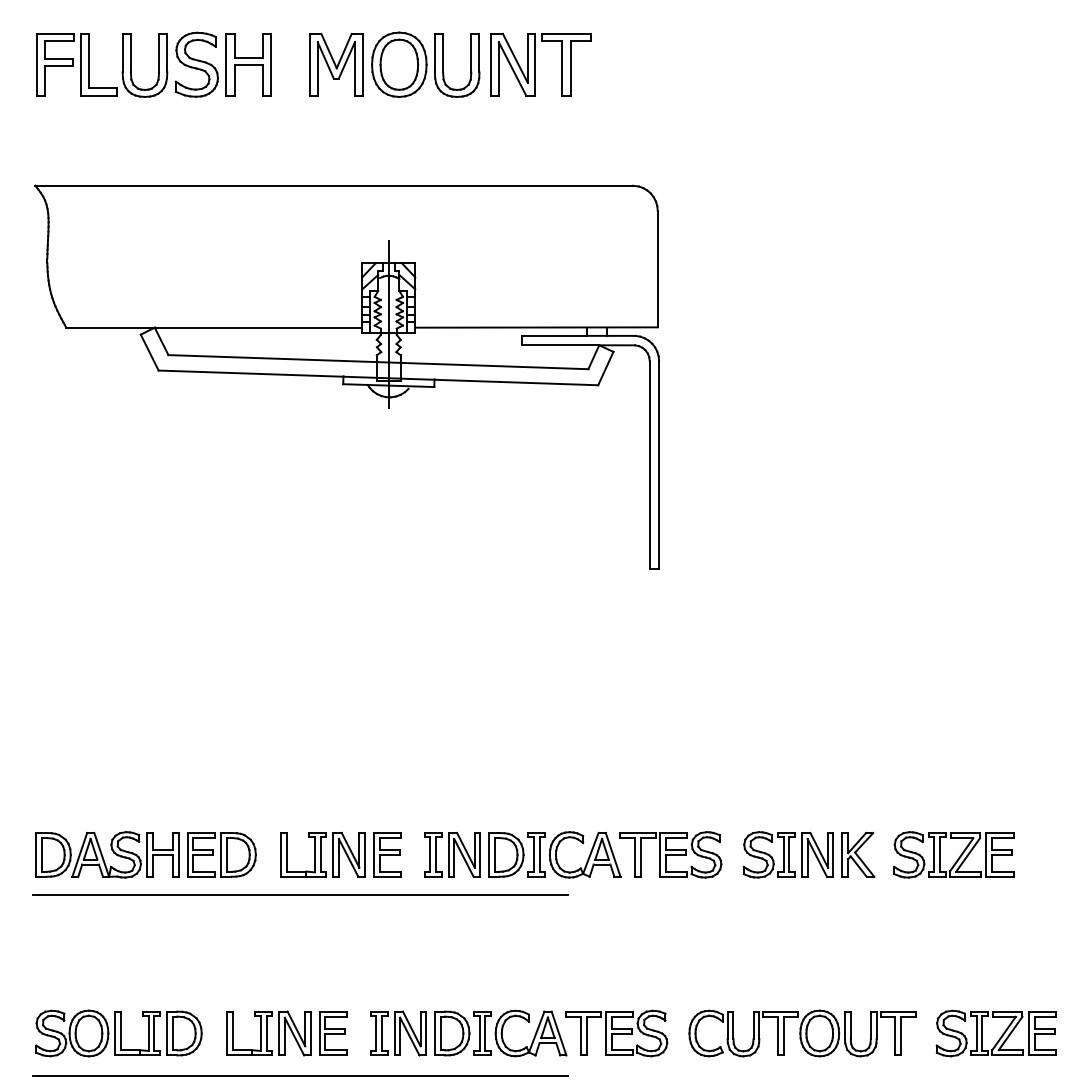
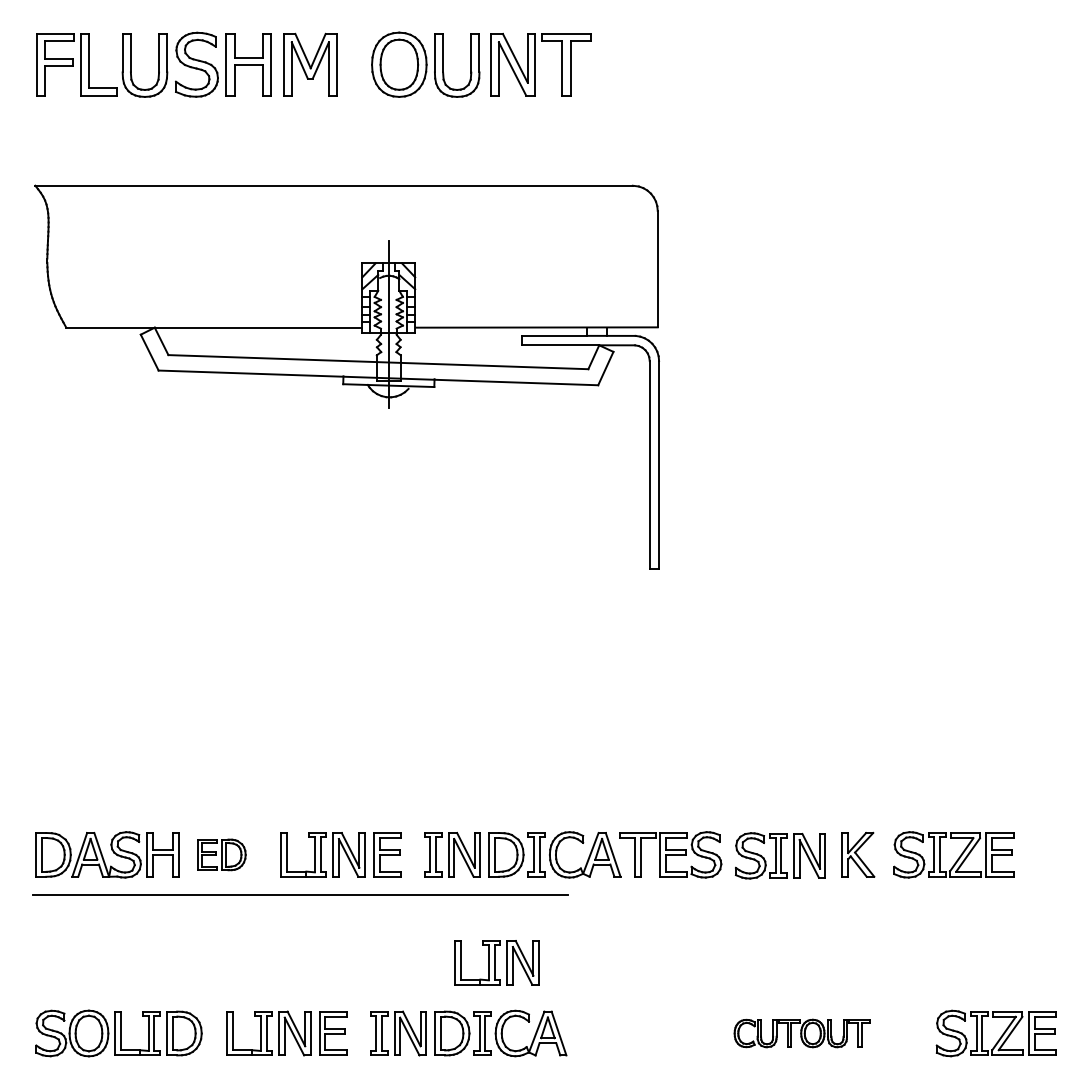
part at (336, 64) position: (336, 64) -> (310, 64)
part at (221, 854) size: 70x46 px -> 50x34 px
part at (787, 854) position: (787, 854) -> (779, 855)
part at (496, 962): none -> present
part at (616, 1033): present -> none
part at (802, 1033) size: 229x49 px -> 138x31 px
line at (299, 1075): present -> none
